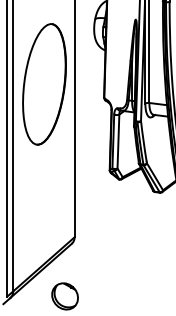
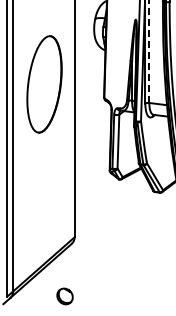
line at (149, 52): solid -> dashed
part at (44, 84) size: 45x123 px -> 37x99 px
part at (64, 296) size: 28x29 px -> 18x19 px
